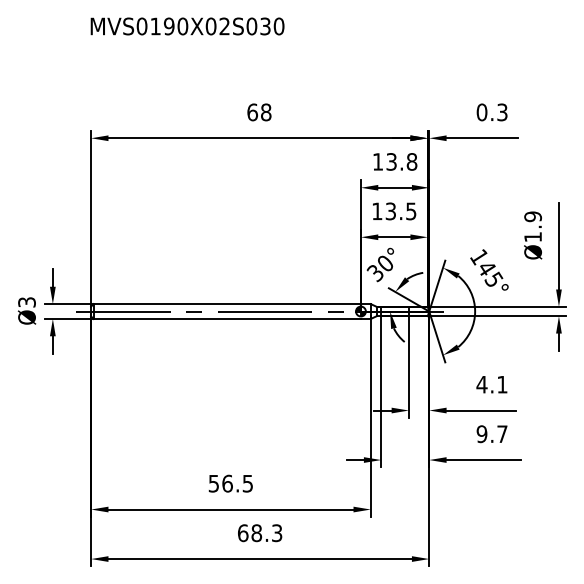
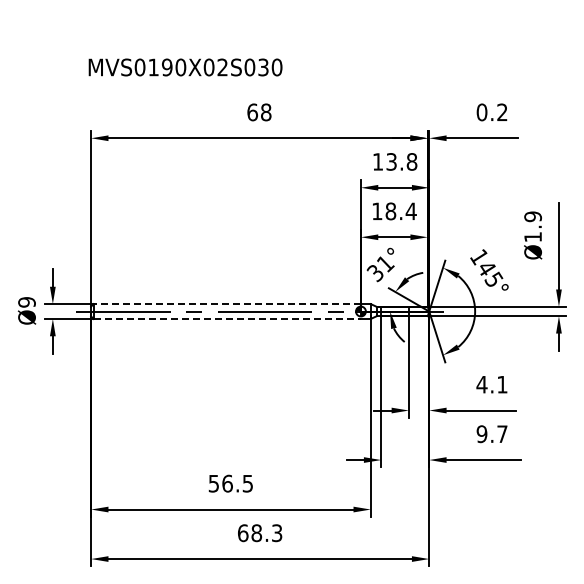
text at (187, 26) position: (187, 26) -> (185, 67)
text at (502, 112): 0.3 -> 0.2
text at (400, 211): 13.5 -> 18.4
text at (385, 263): 30° -> 31°
text at (26, 302): Ø3 -> Ø9
line at (227, 304): solid -> dashed
line at (227, 318): solid -> dashed
